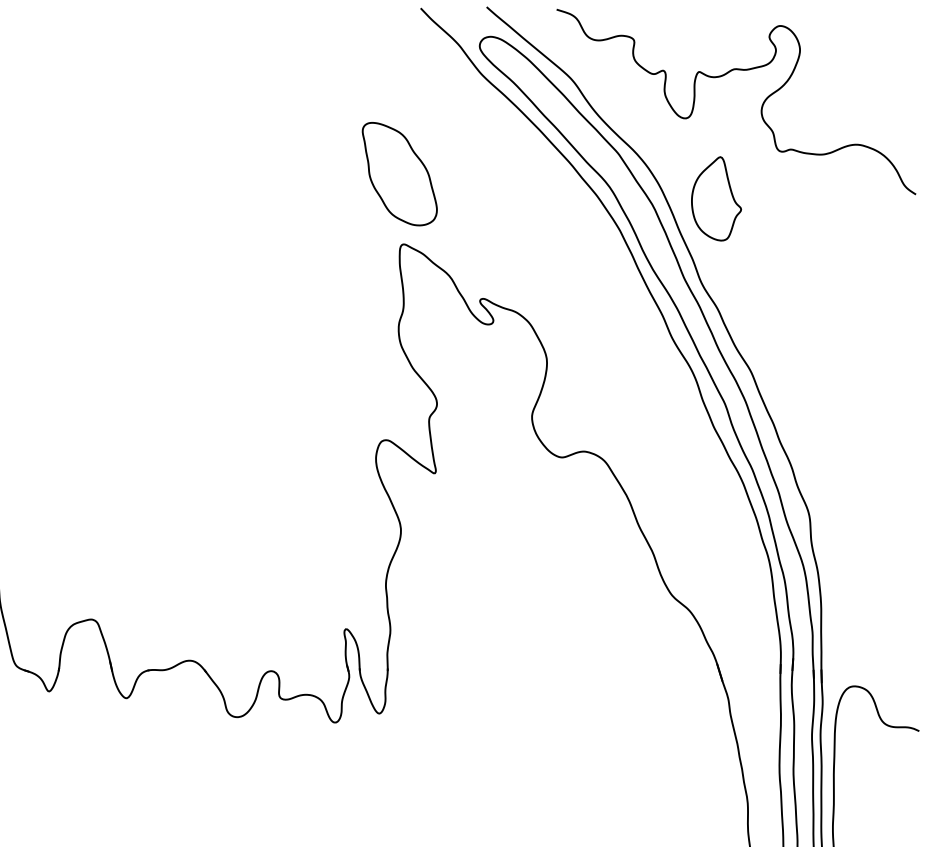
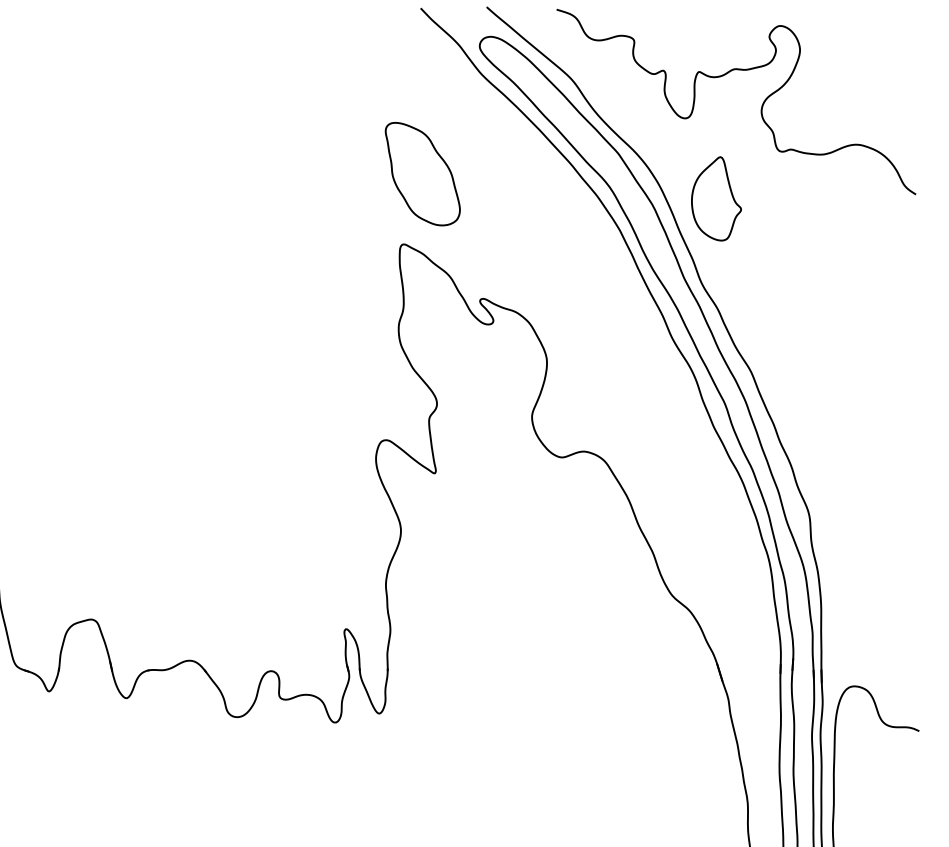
part at (399, 174) position: (399, 174) -> (422, 174)
